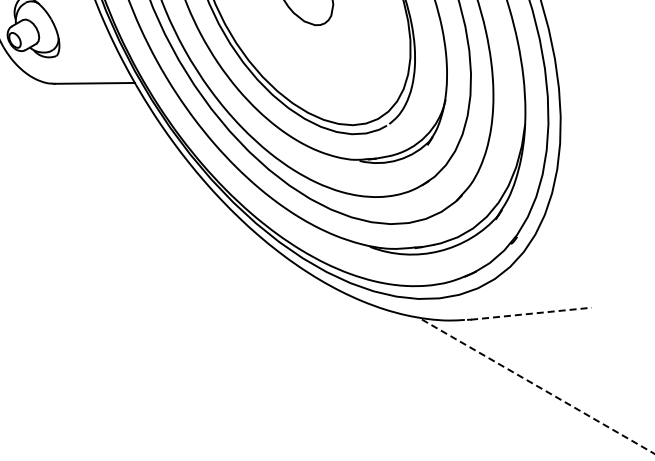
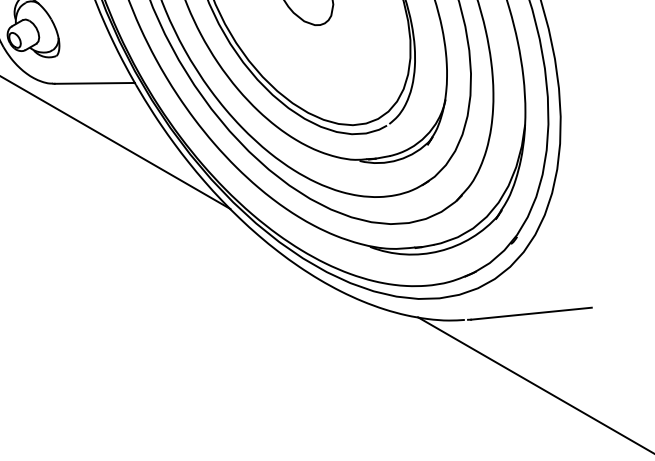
line at (116, 143): none -> present
line at (531, 313): dashed -> solid
line at (535, 385): dashed -> solid
